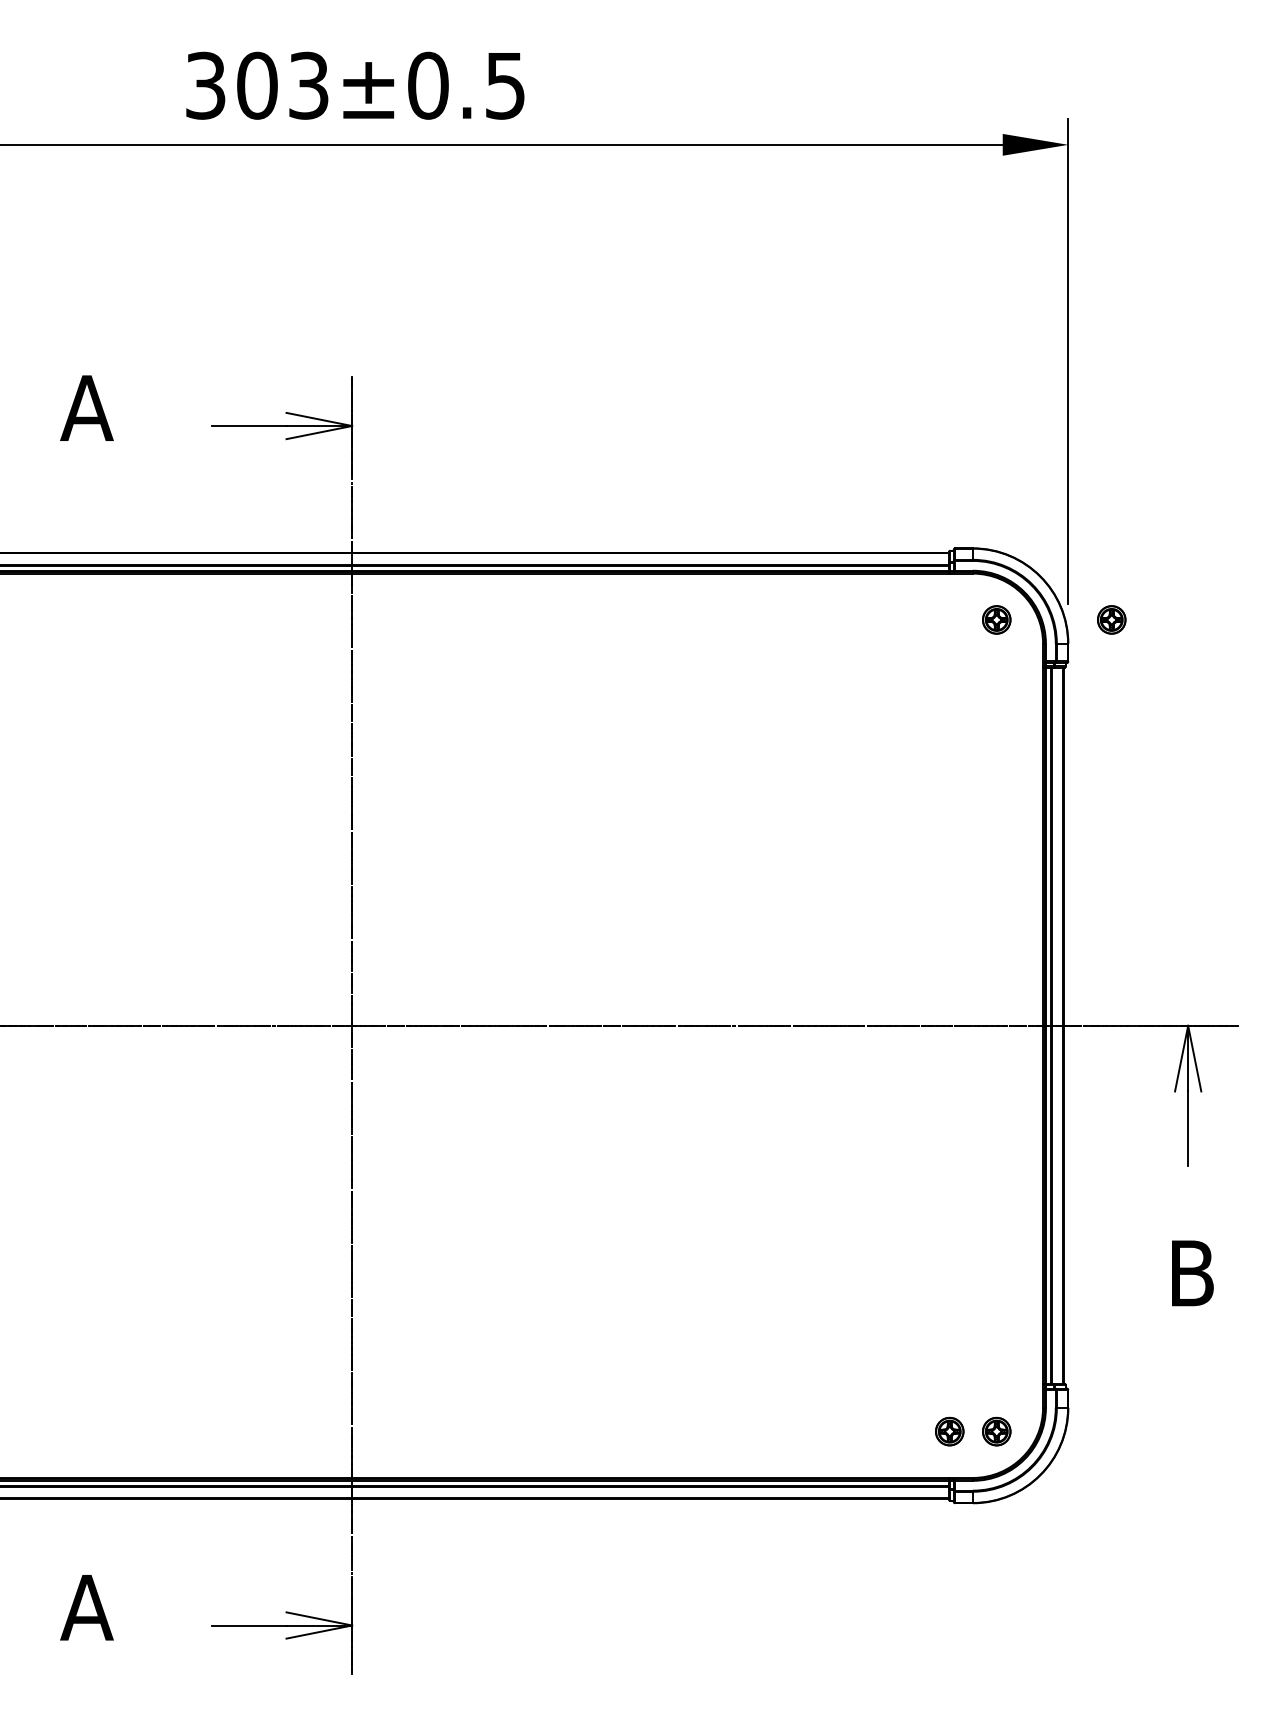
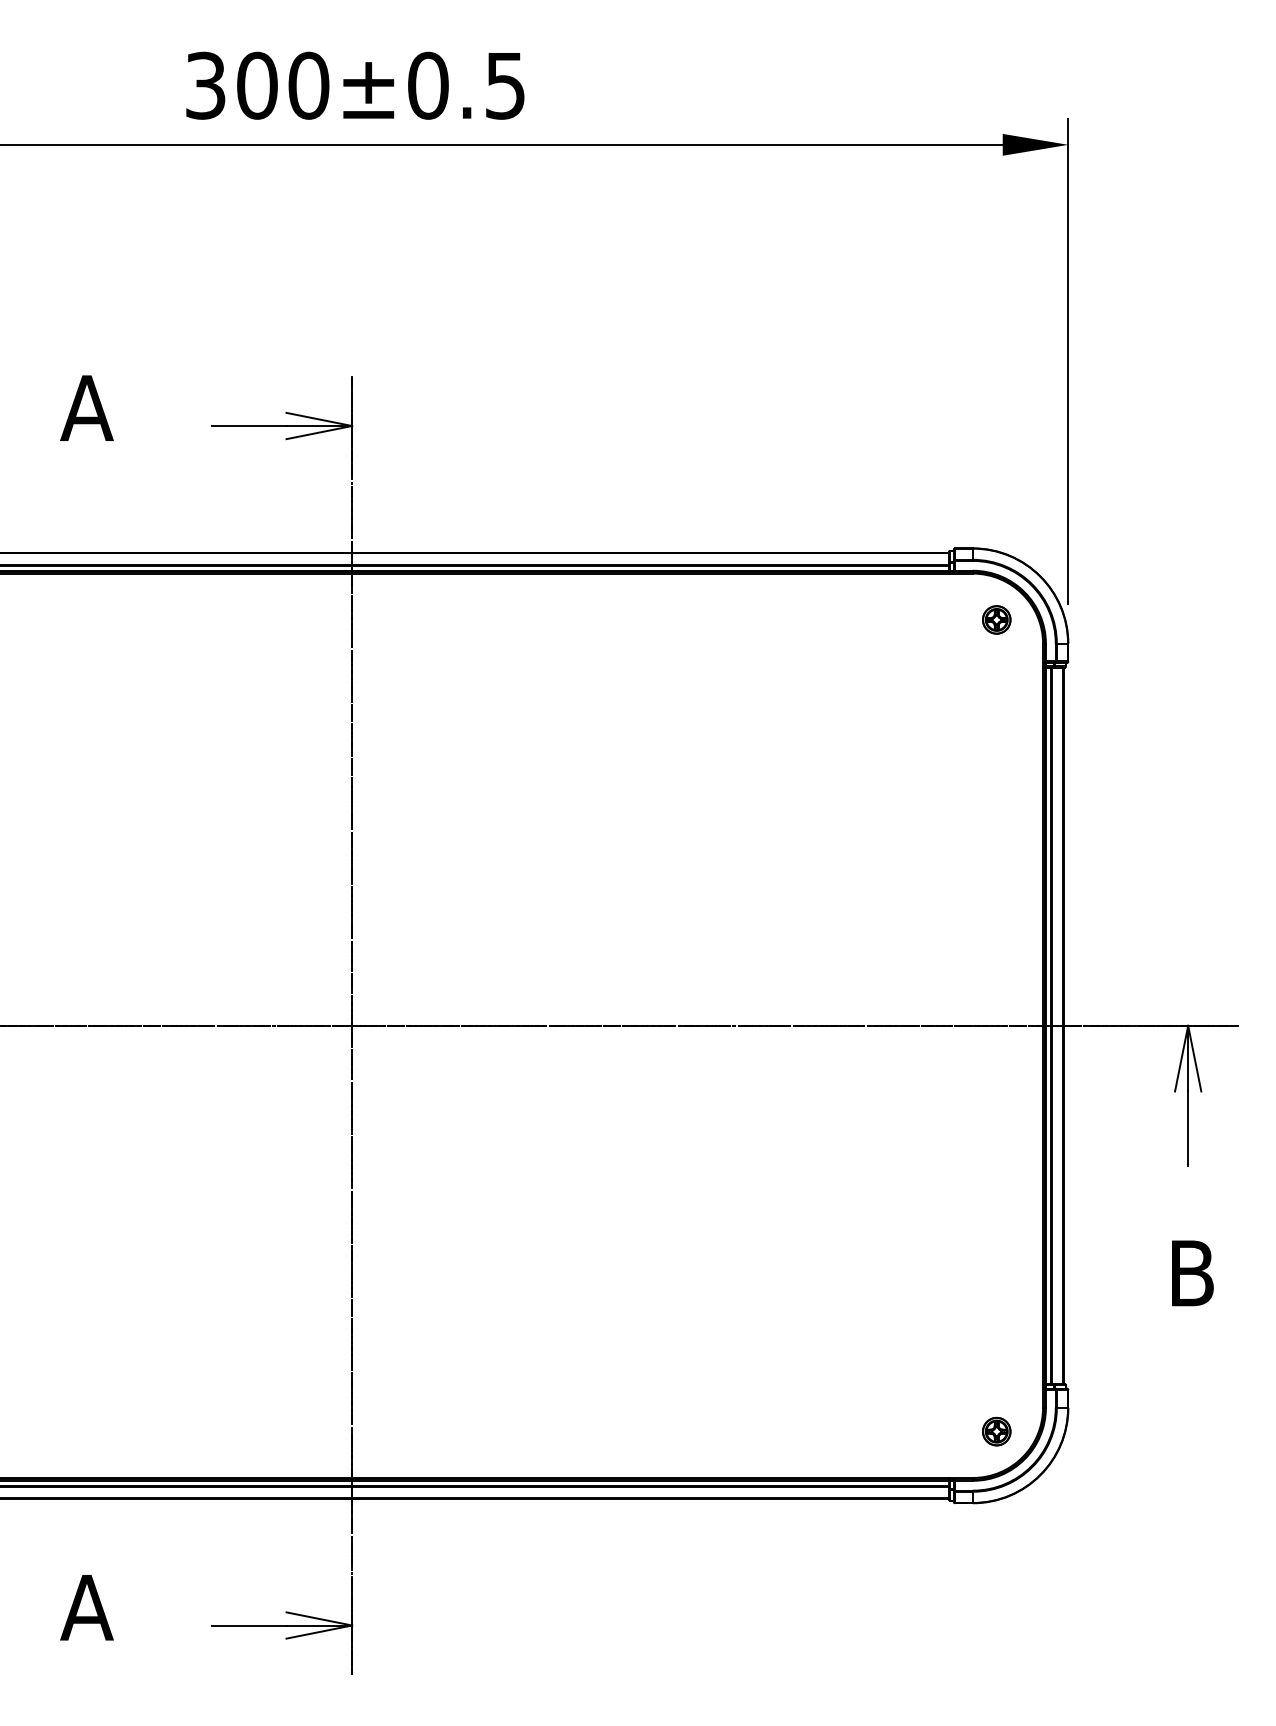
text at (308, 85): 303±0.5 -> 300±0.5
part at (1111, 619): present -> none
part at (949, 1431): present -> none
